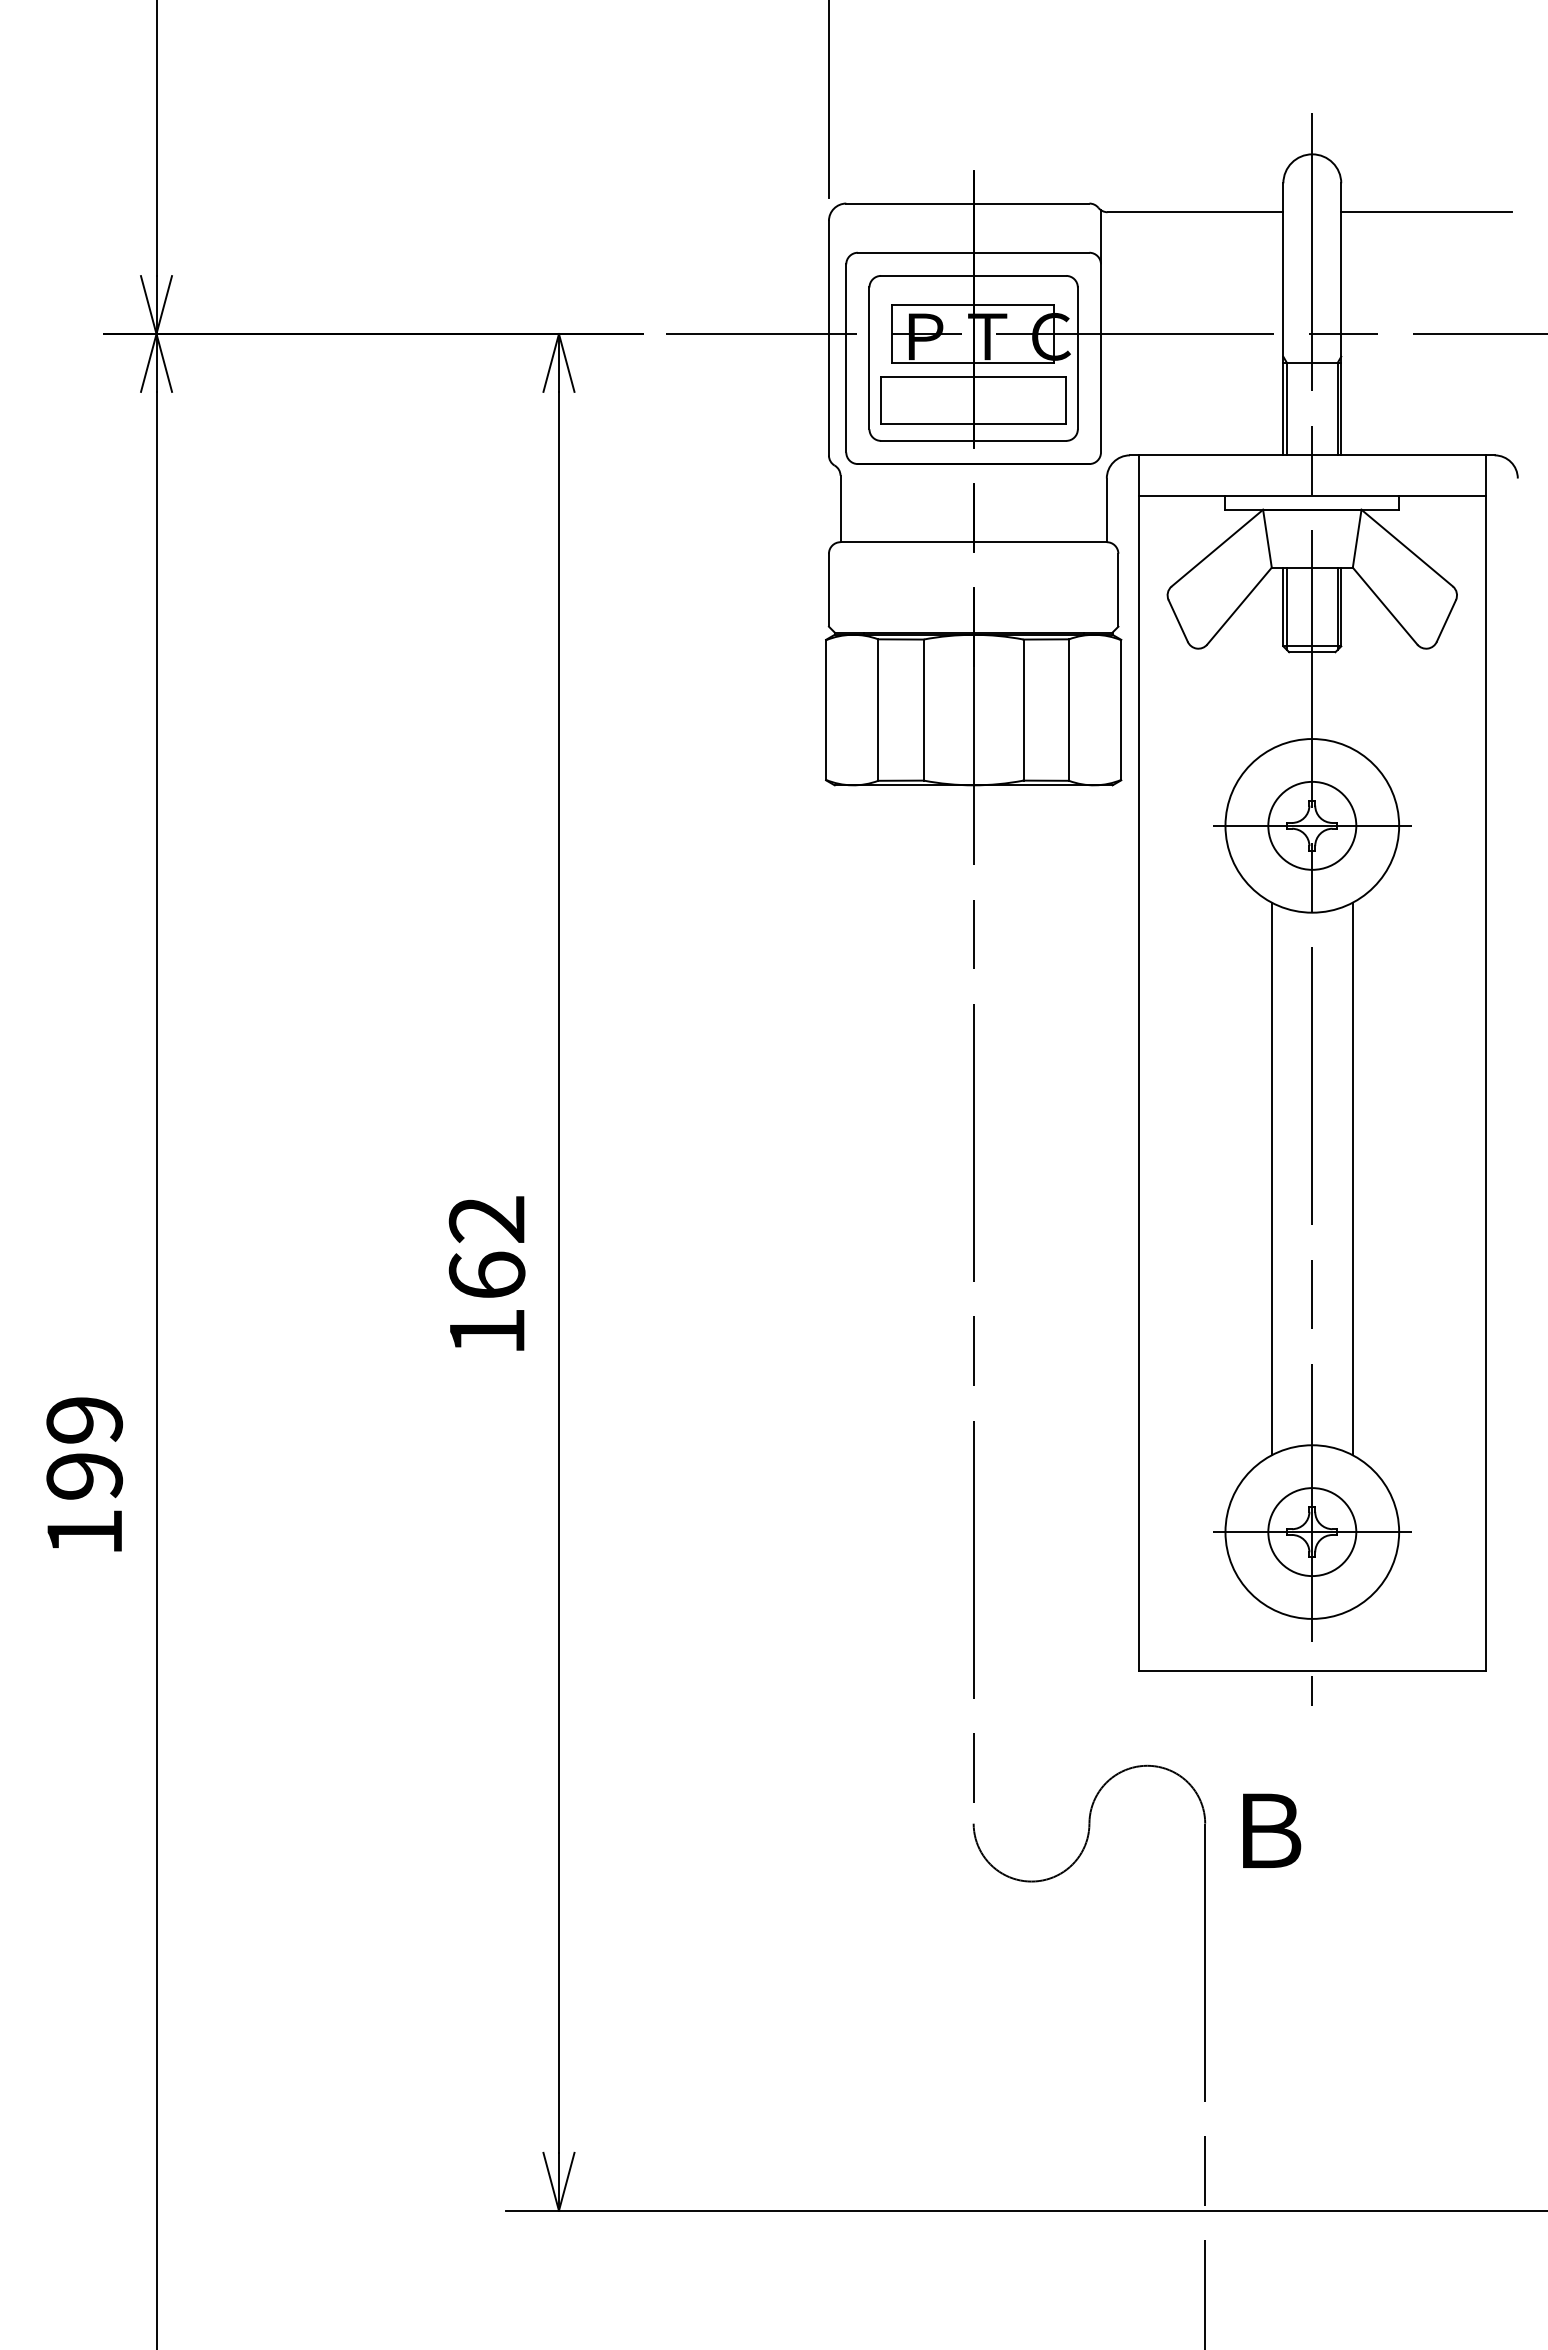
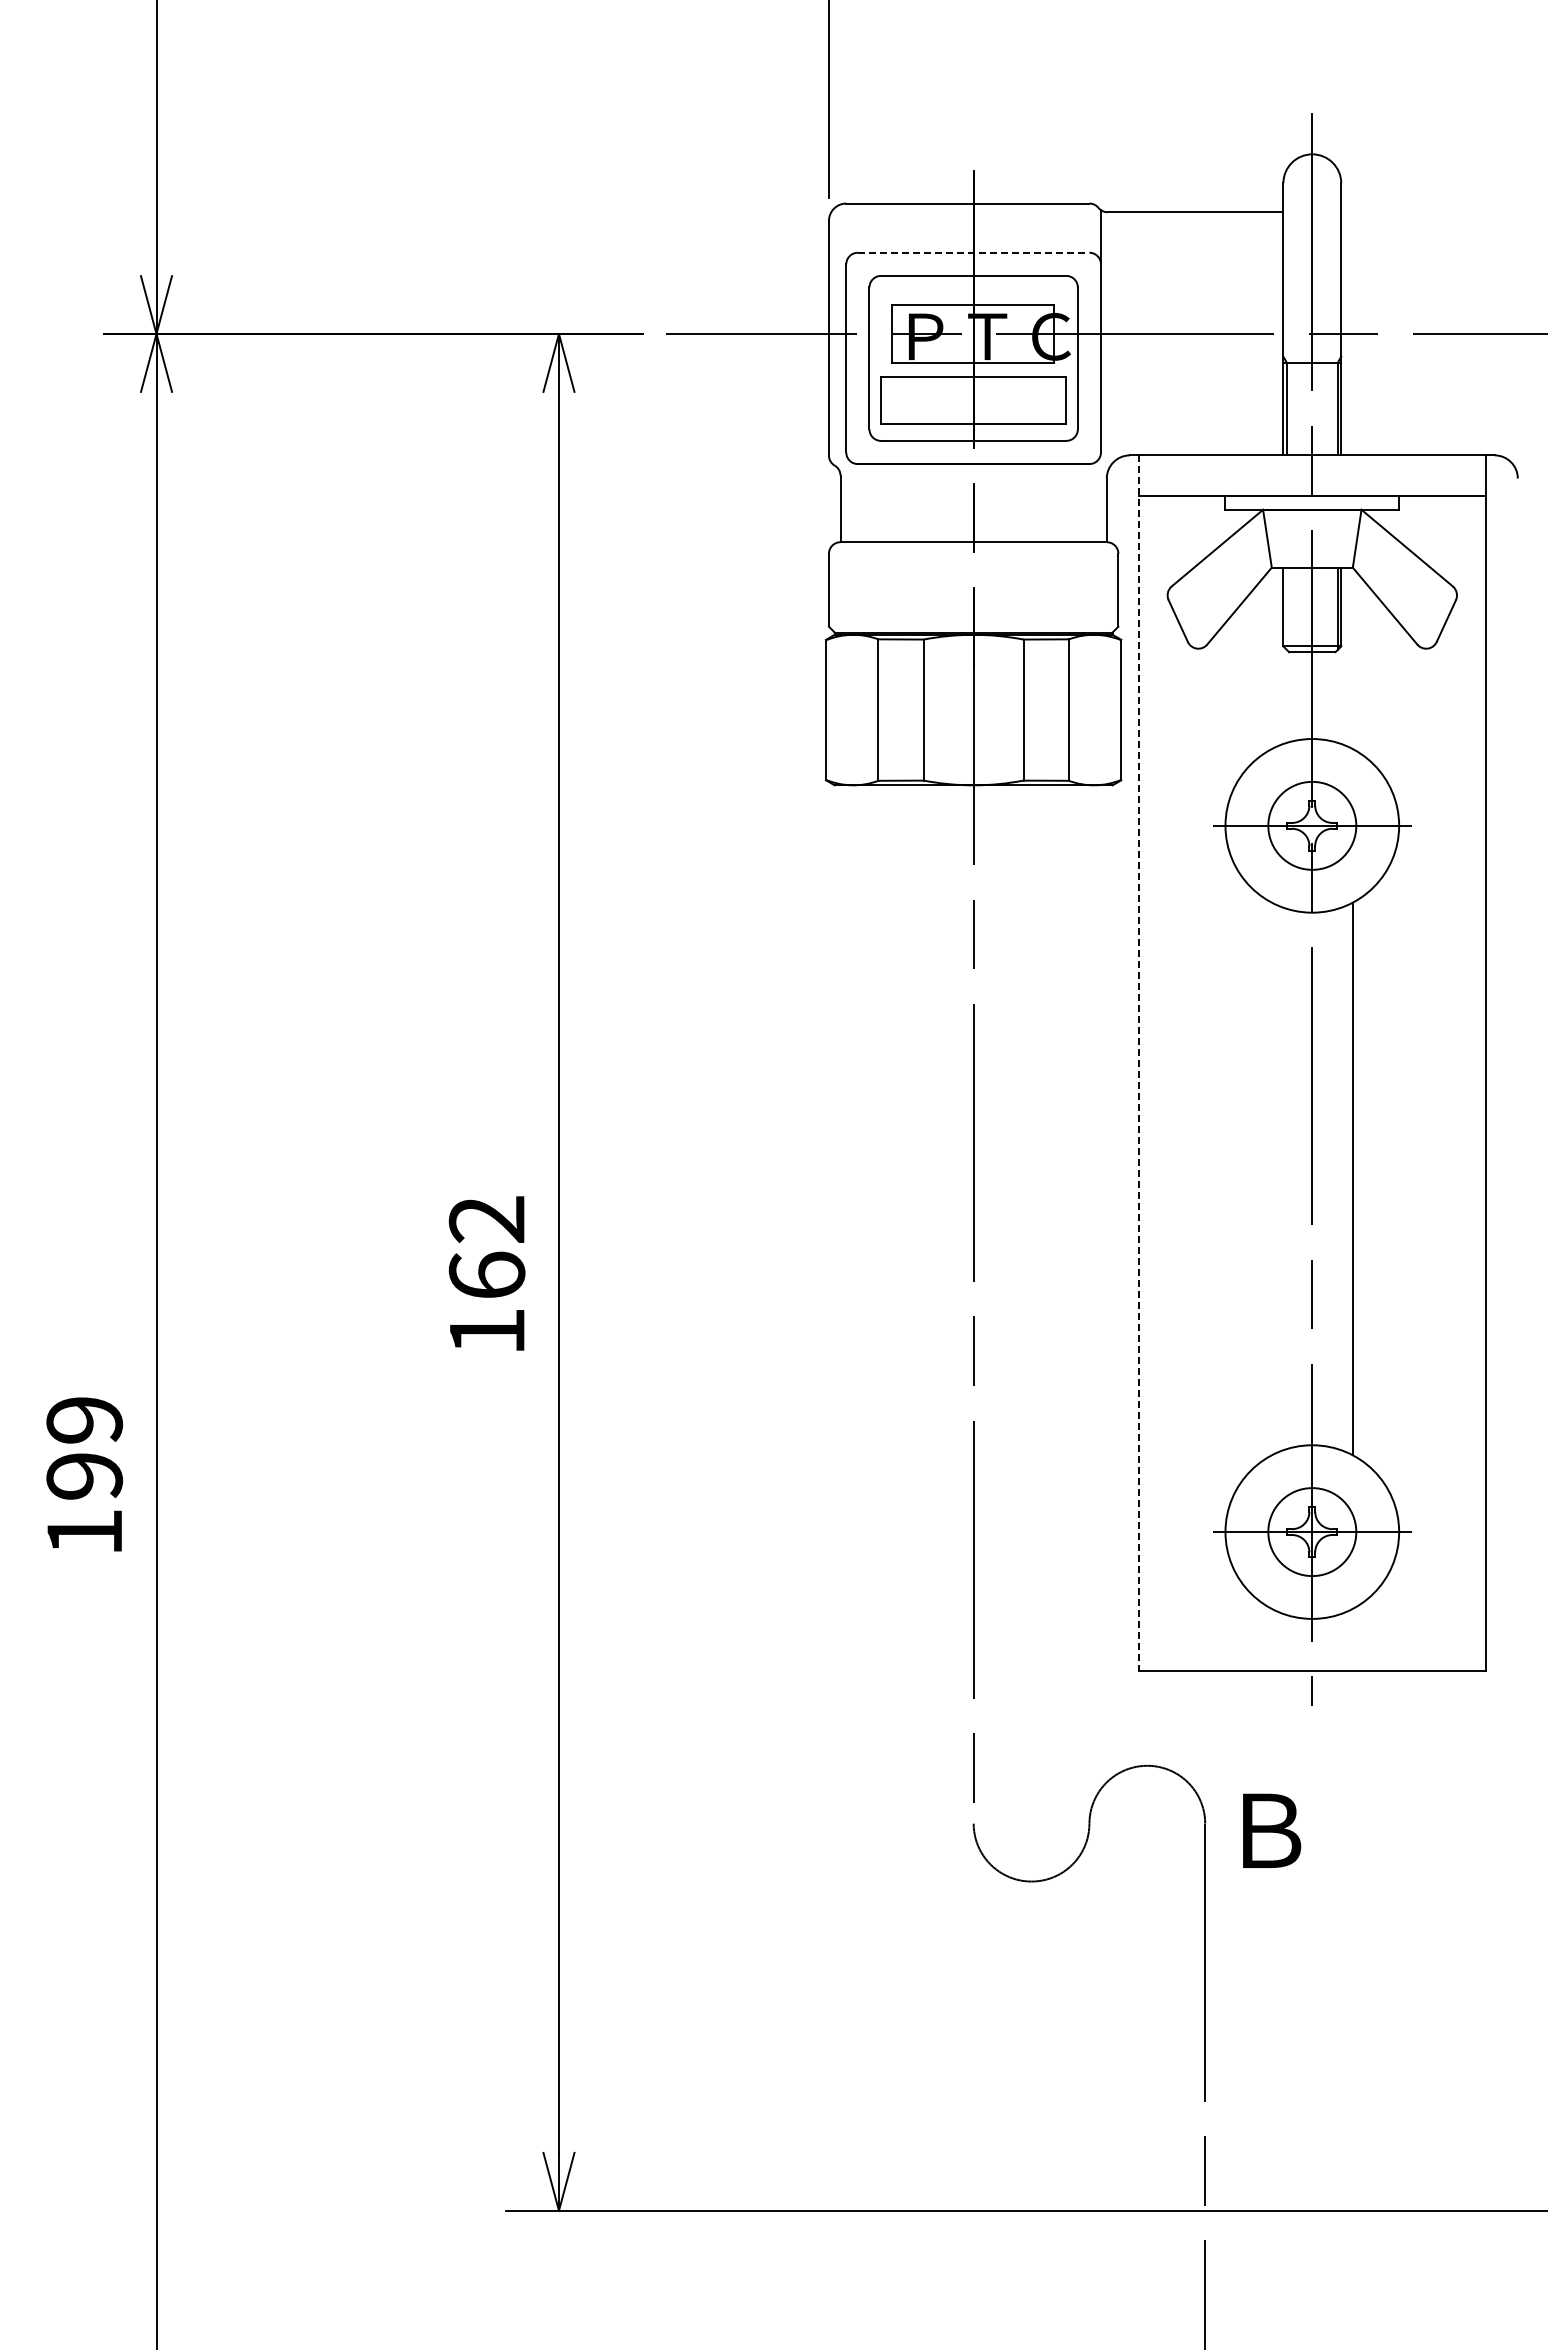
line at (1426, 212): present -> none
line at (973, 252): solid -> dashed
line at (1286, 608): present -> none
line at (1138, 1063): solid -> dashed
line at (1271, 1178): present -> none
